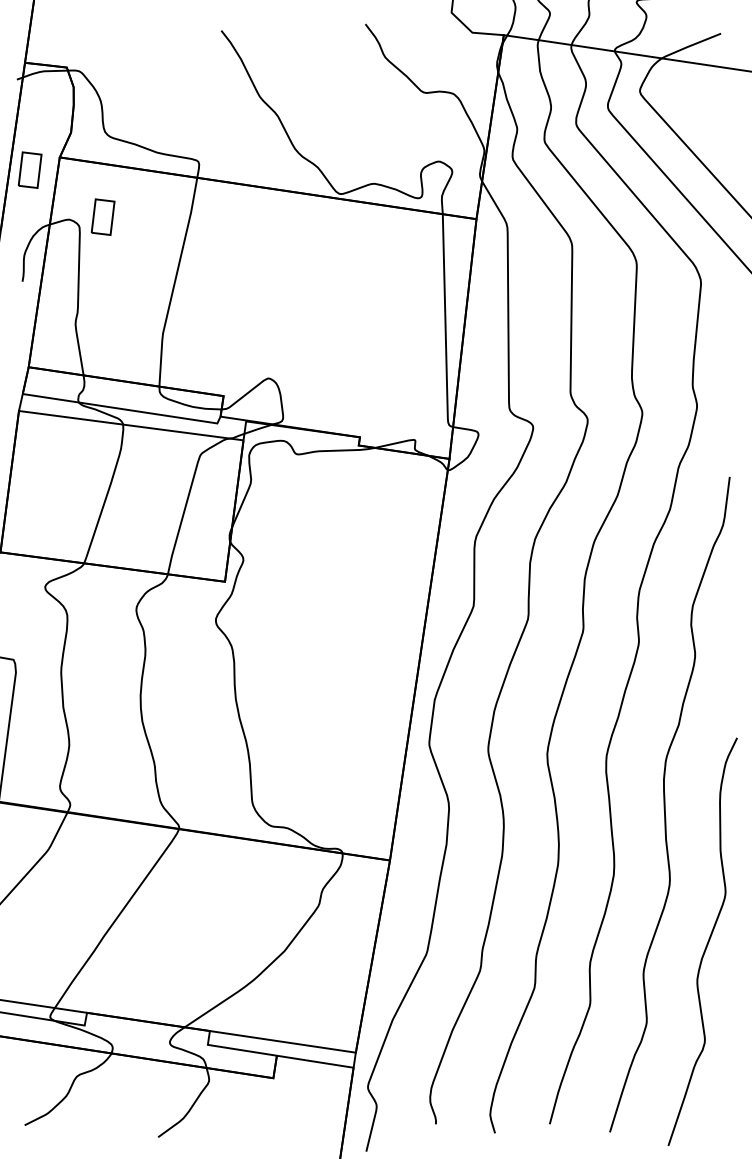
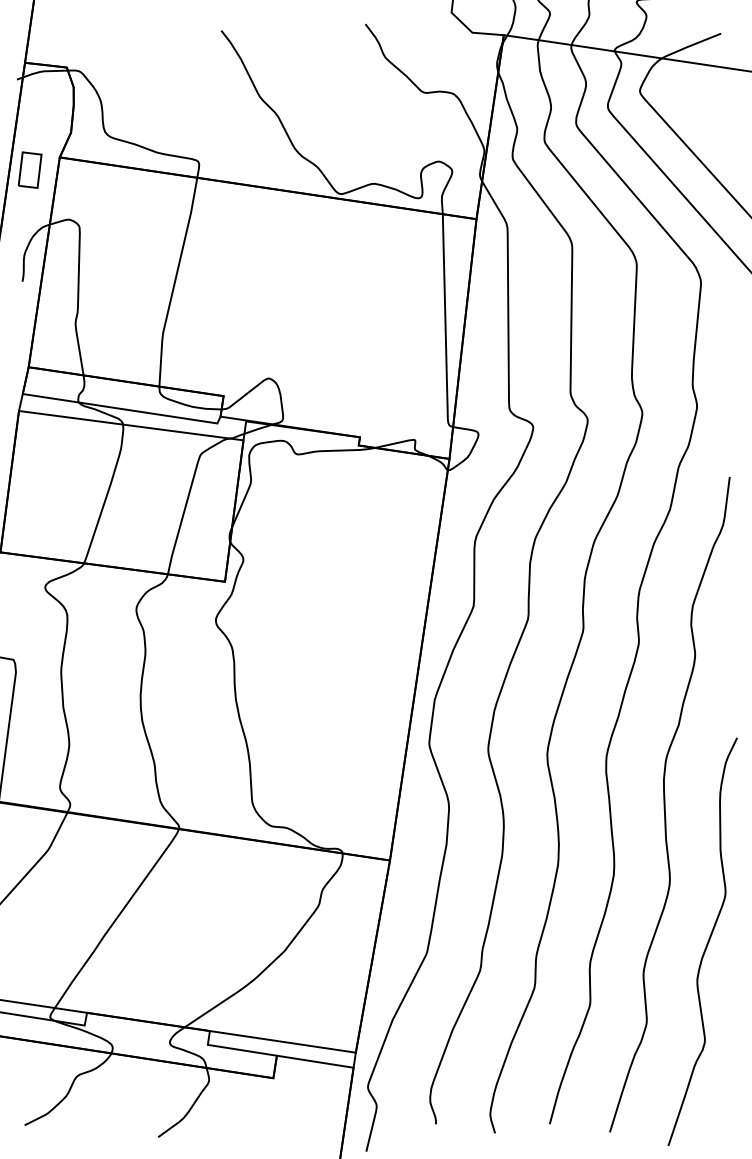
part at (102, 216): present -> none
